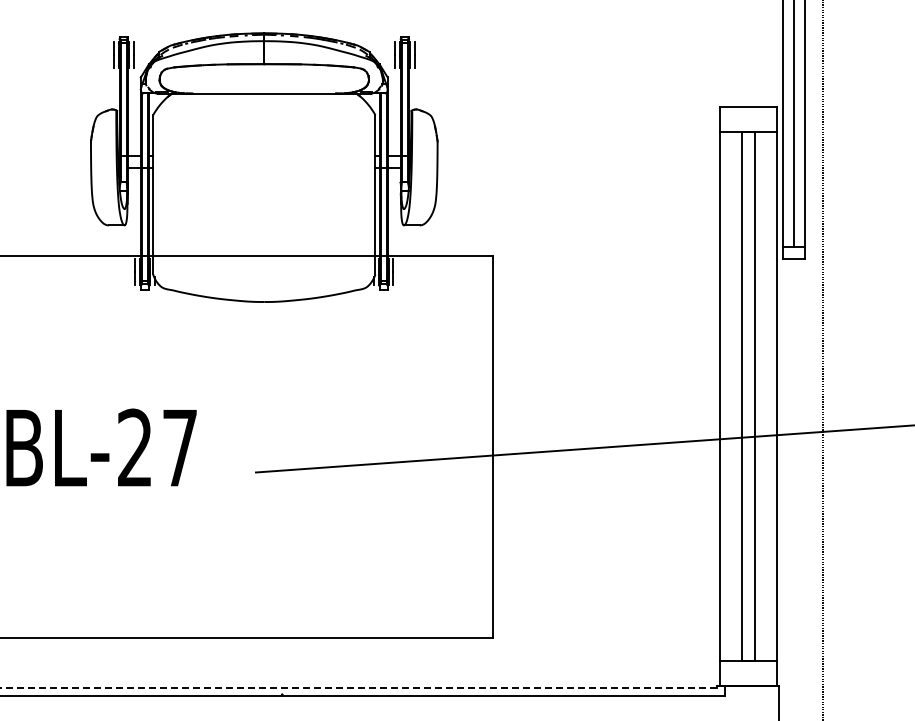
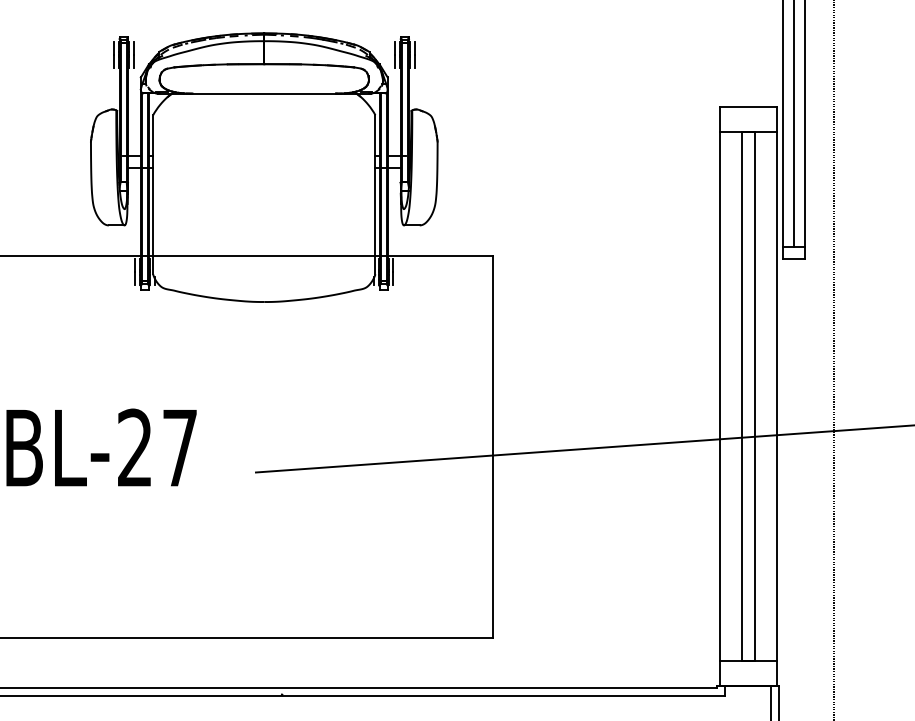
line at (823, 359) position: (823, 359) -> (834, 359)
line at (358, 688): dashed -> solid
line at (771, 701): none -> present
